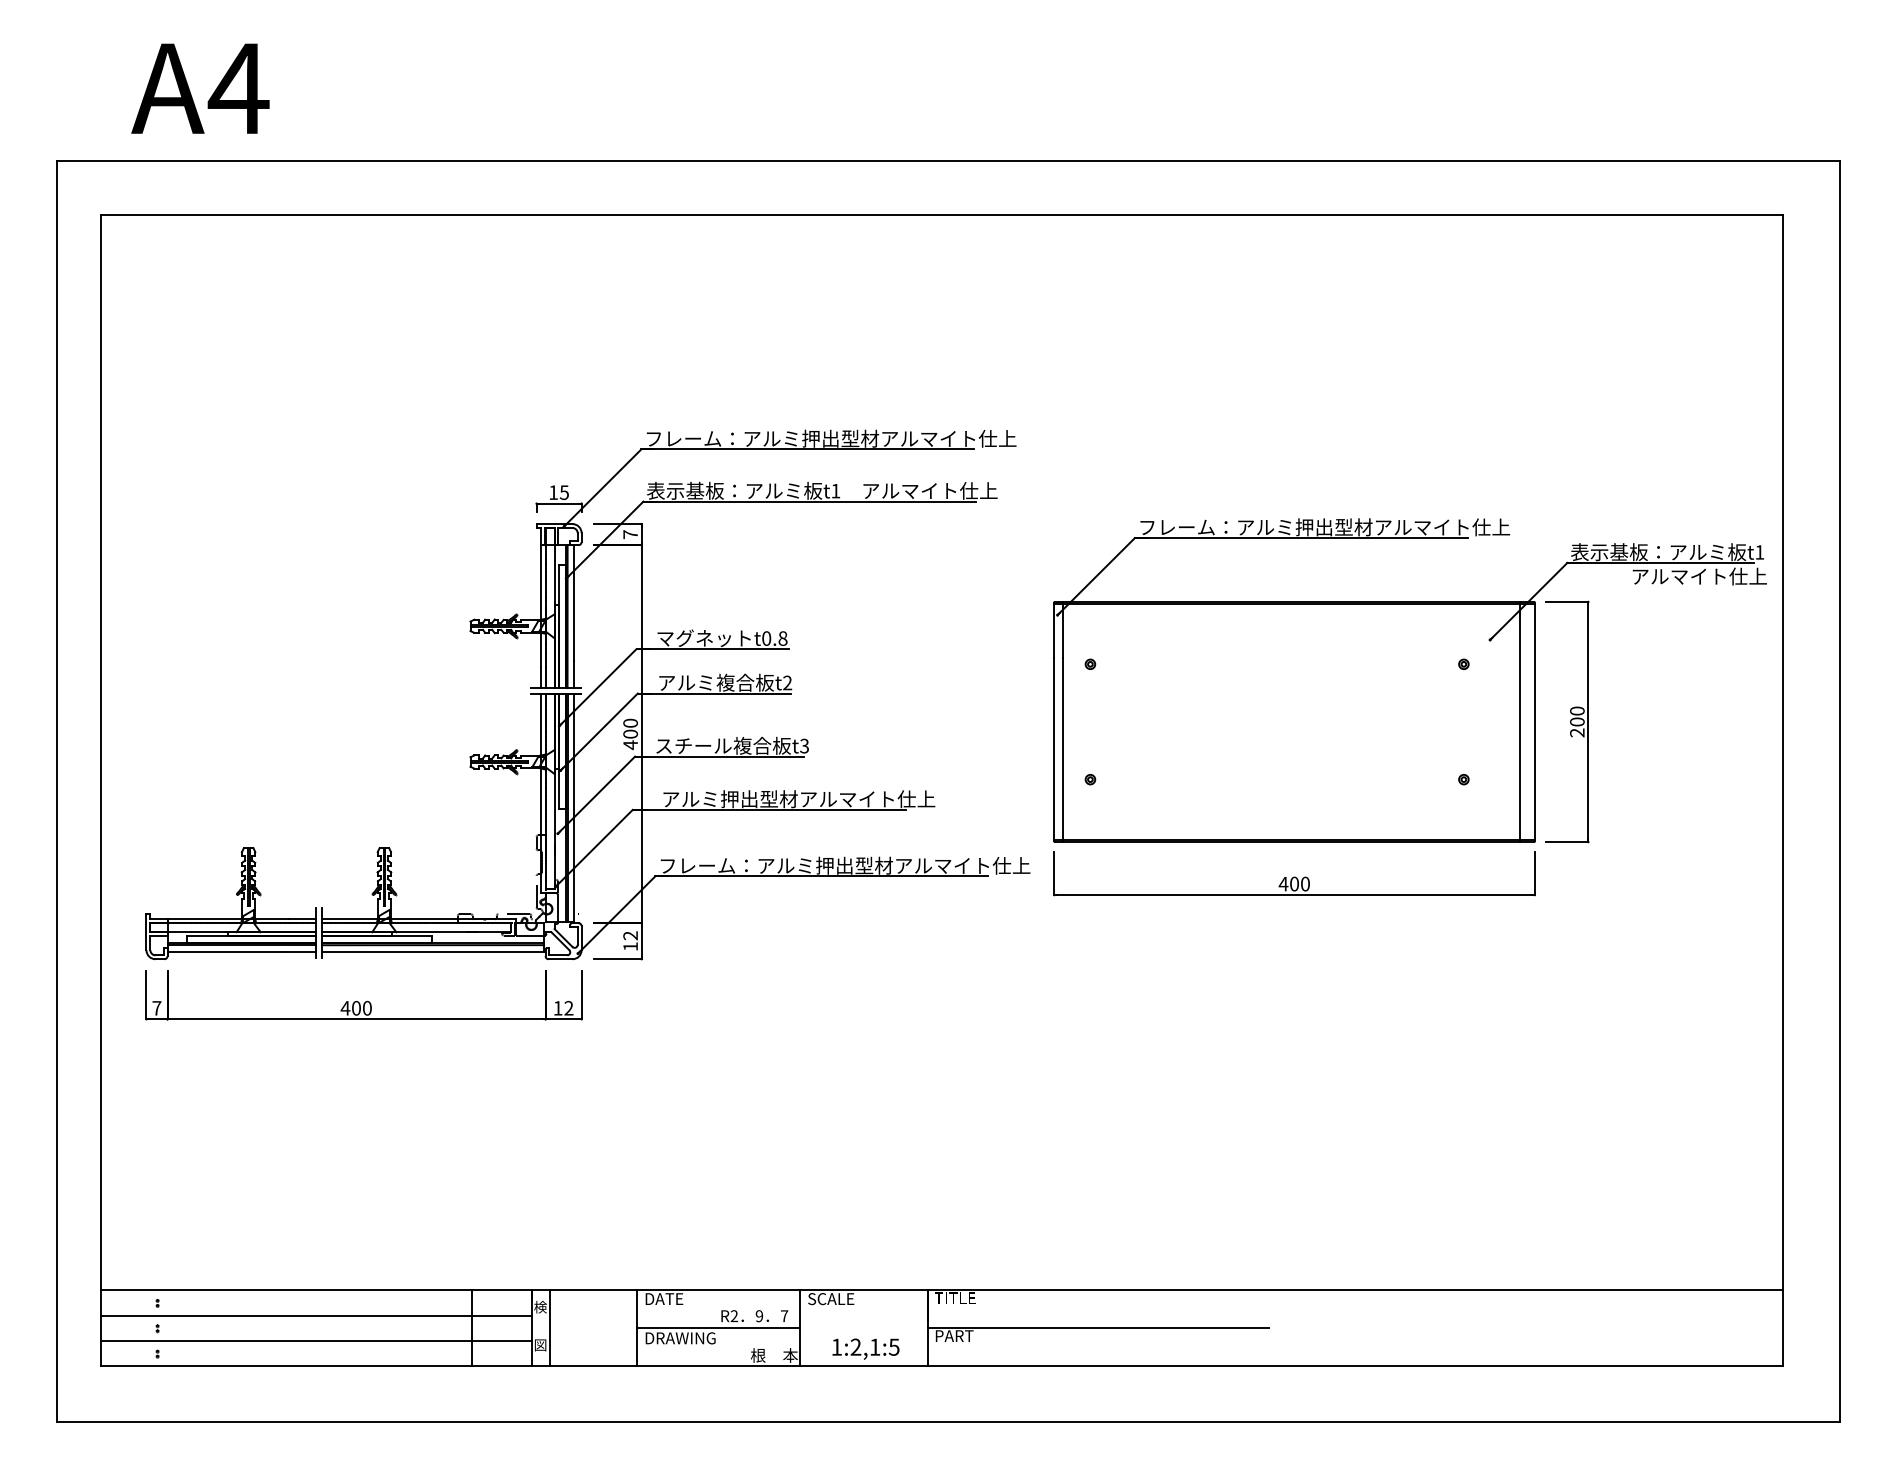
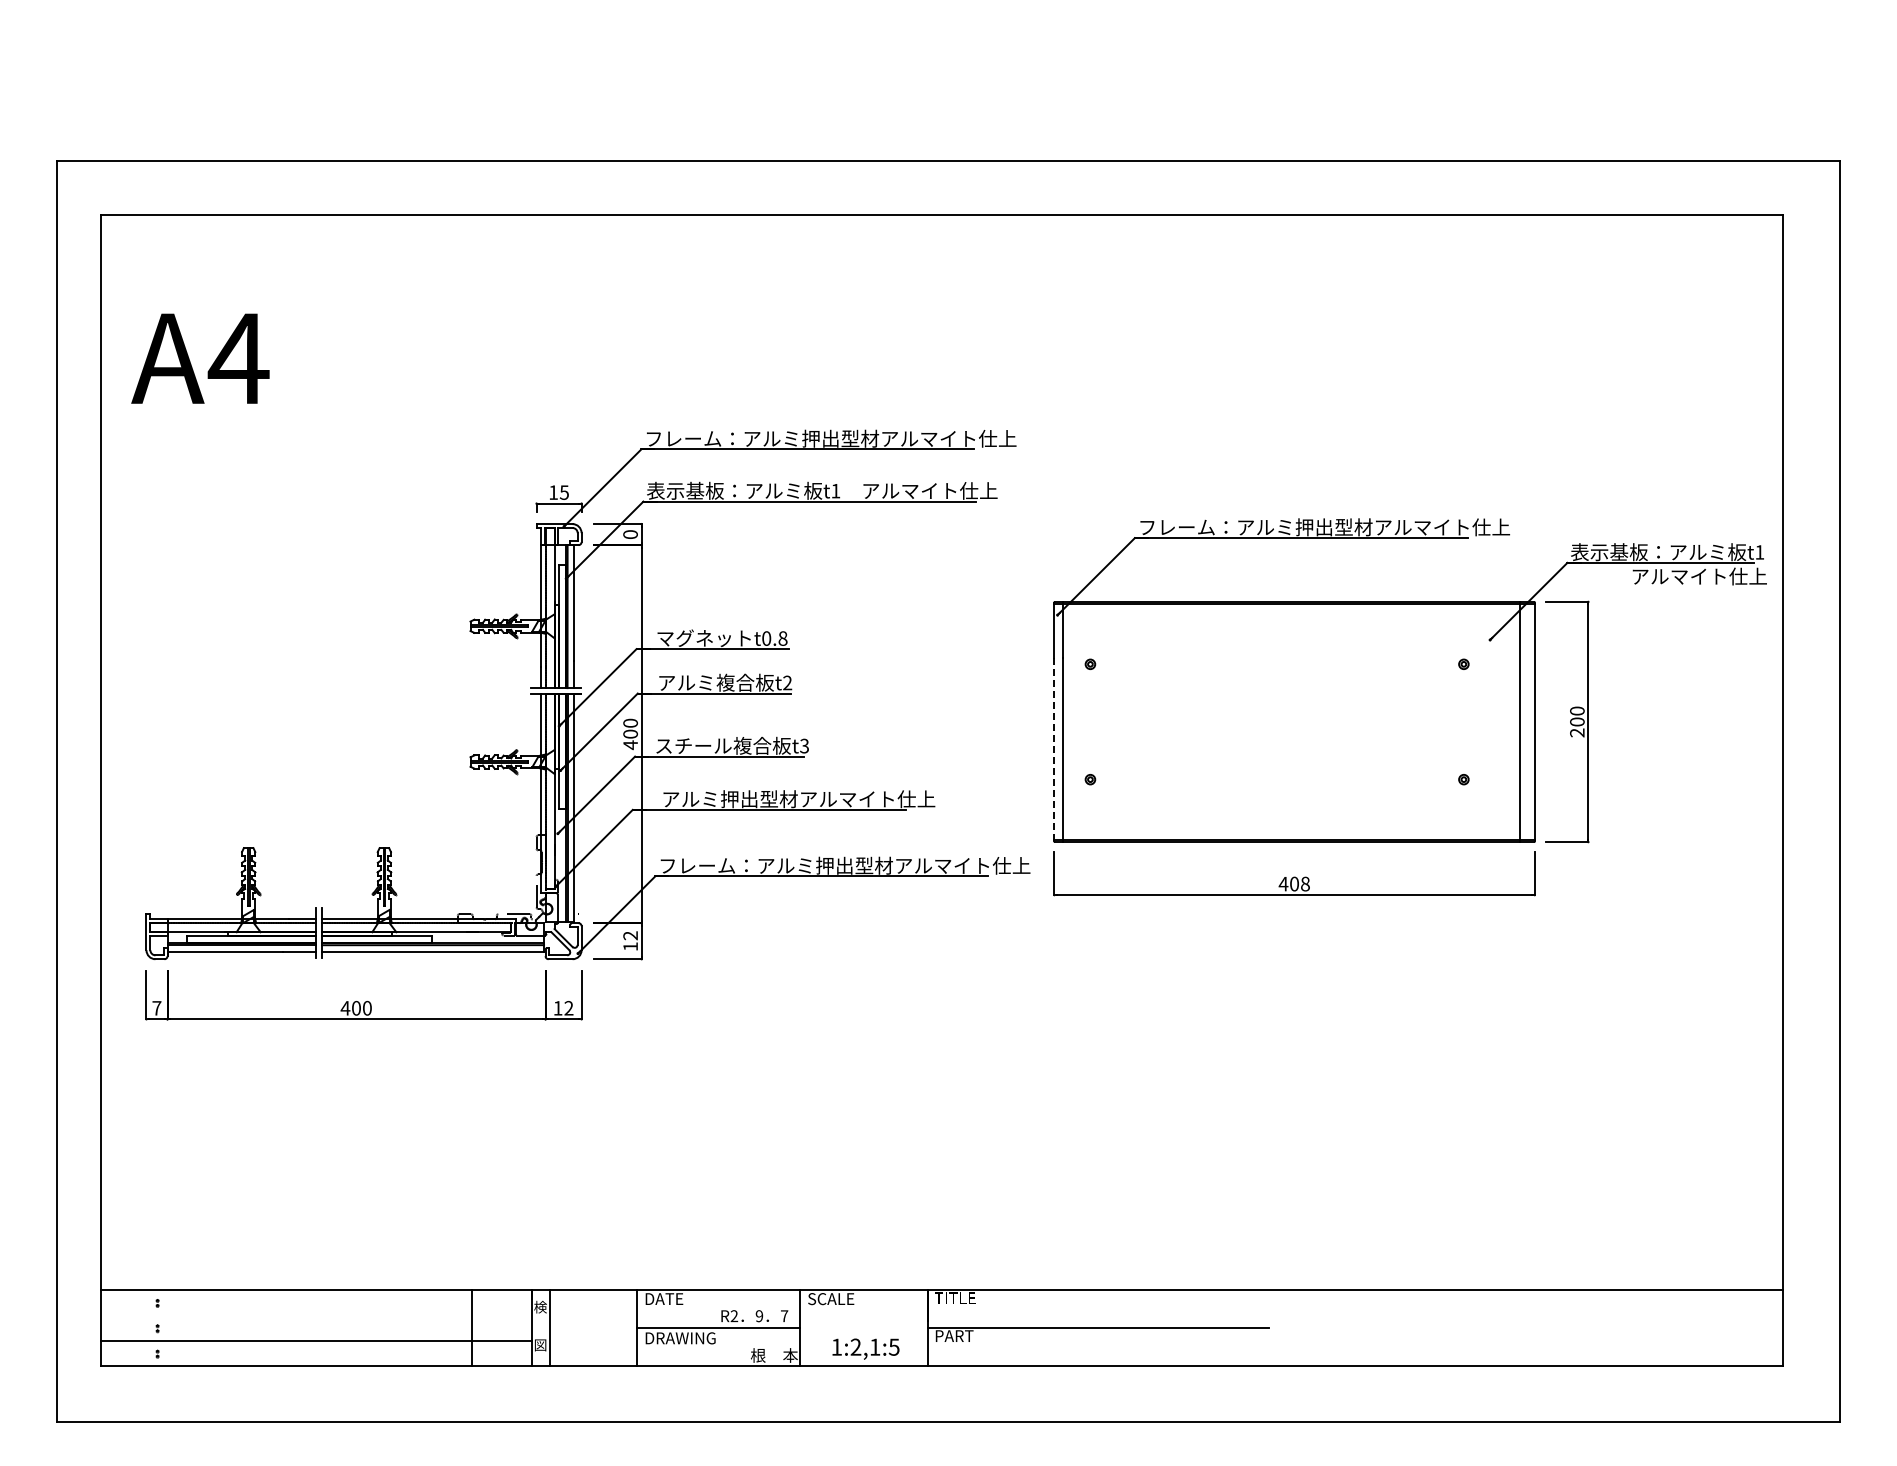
text at (200, 88) position: (200, 88) -> (200, 358)
text at (630, 534): 7 -> 0
line at (1054, 749): solid -> dashed
text at (1305, 884): 400 -> 408
line at (315, 1315): present -> none
